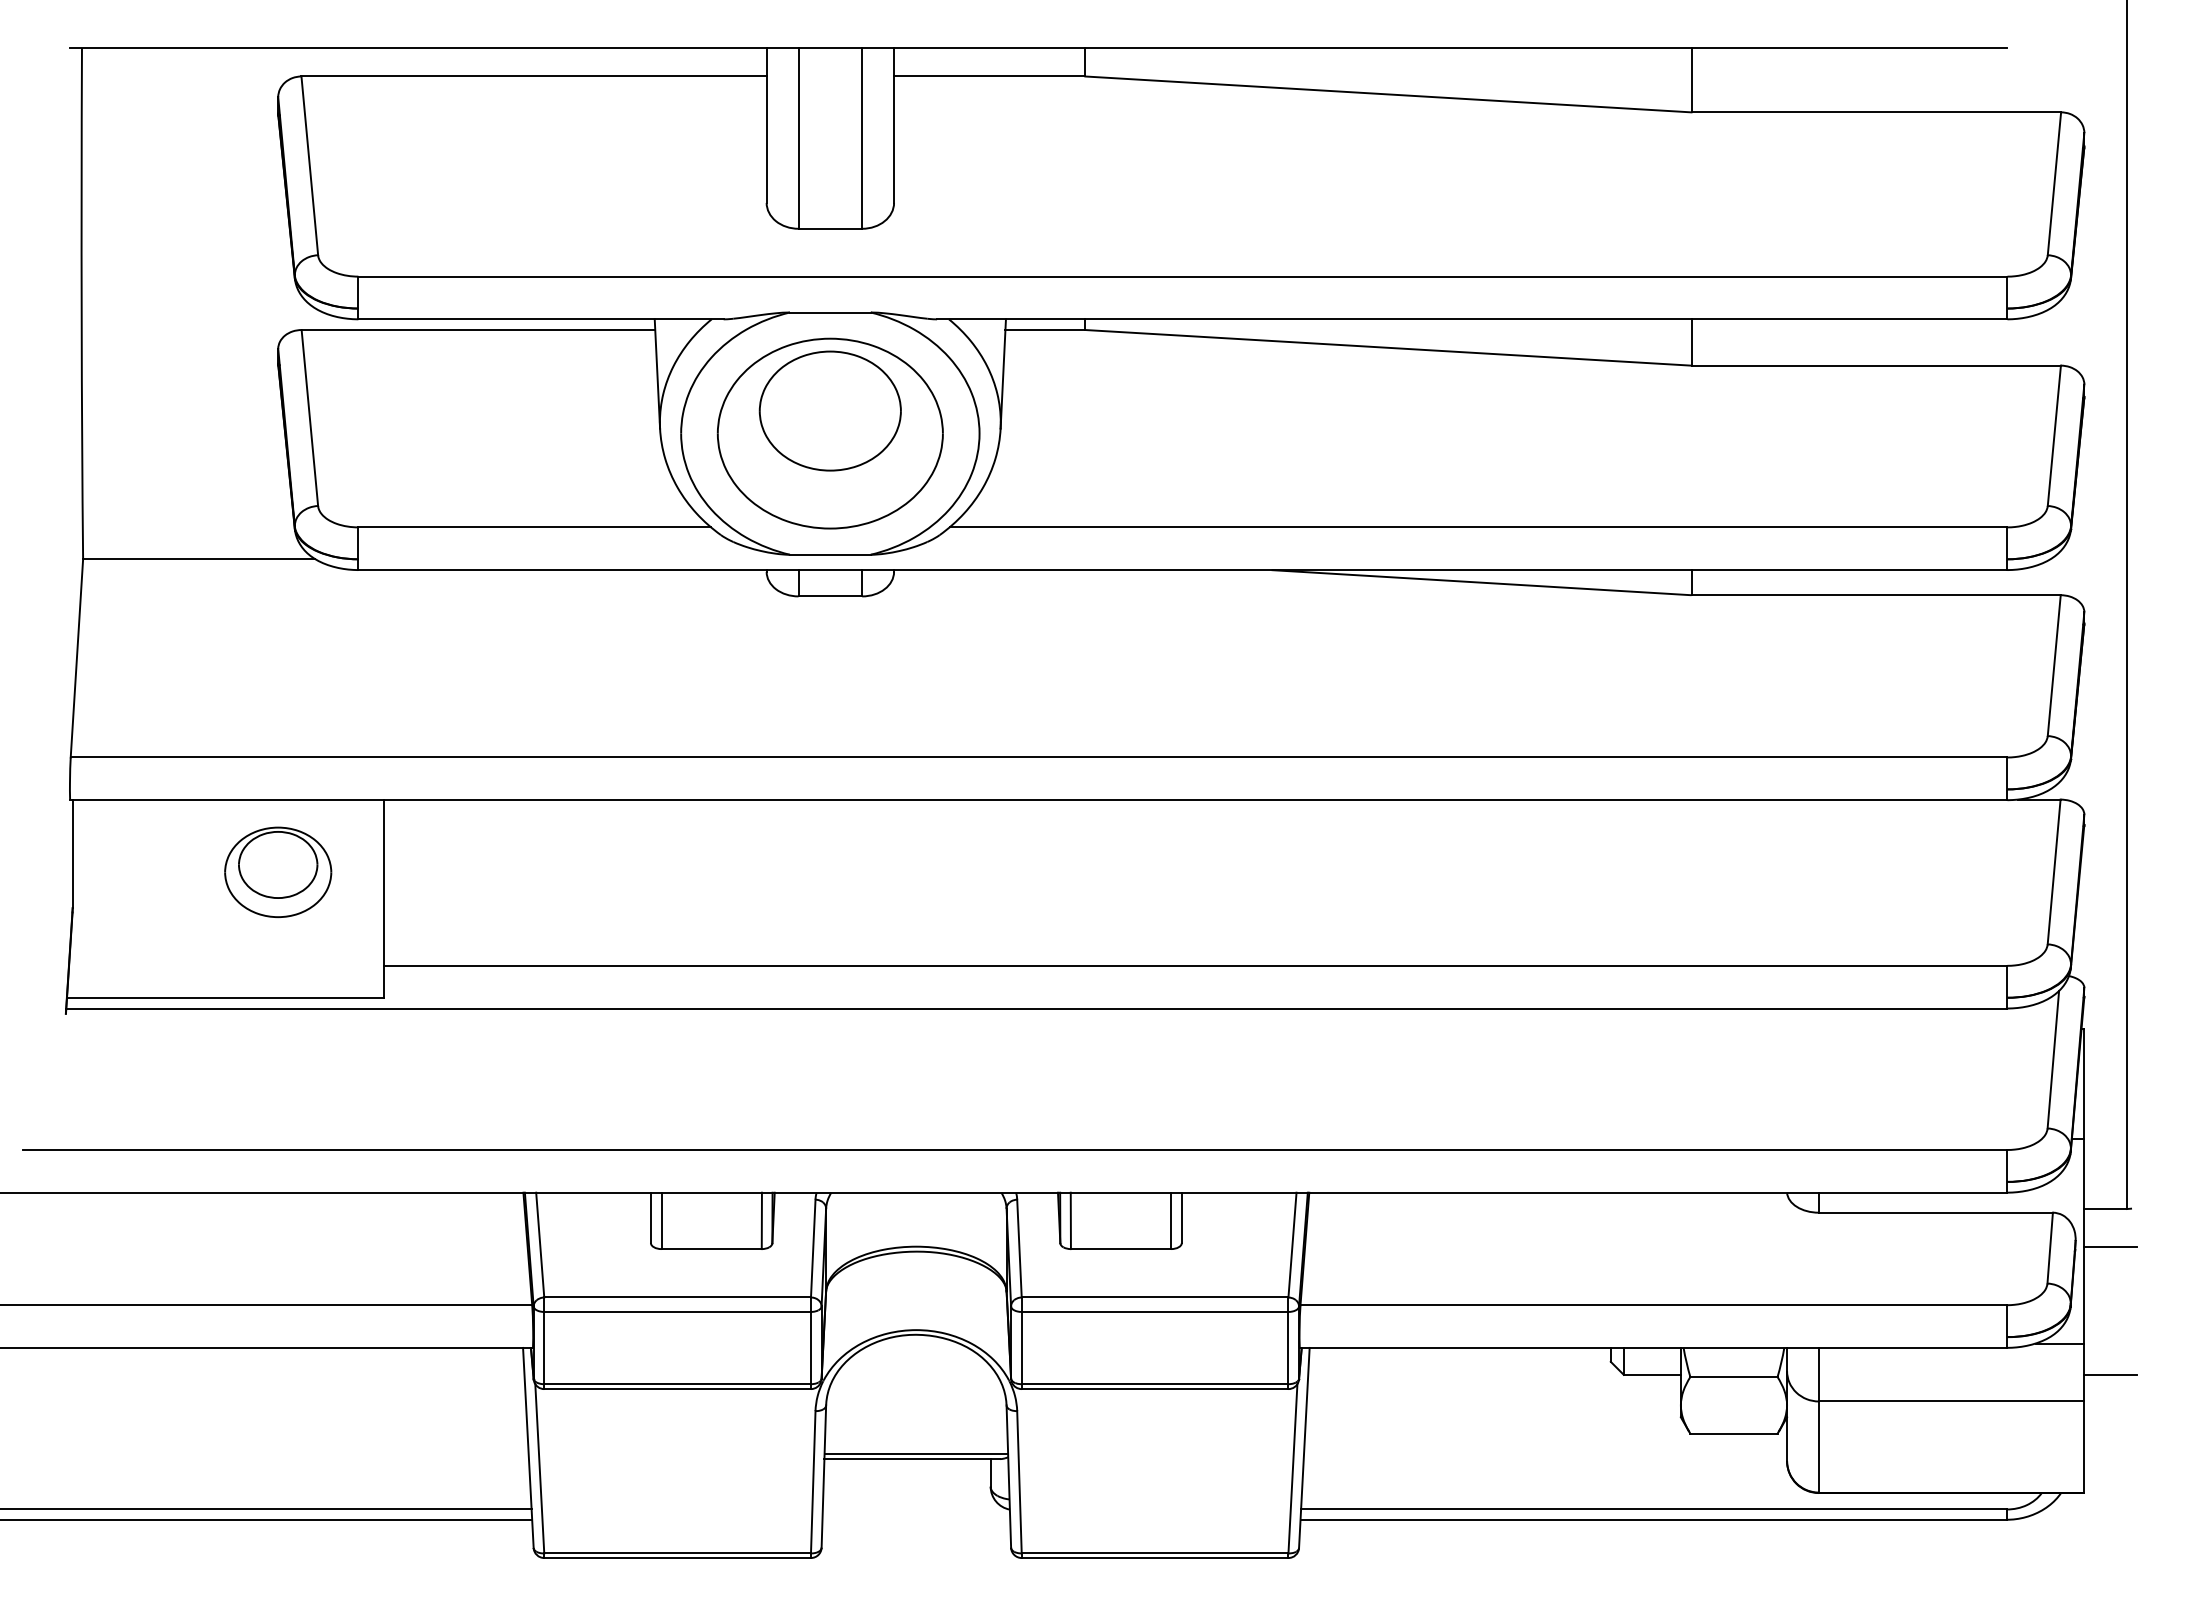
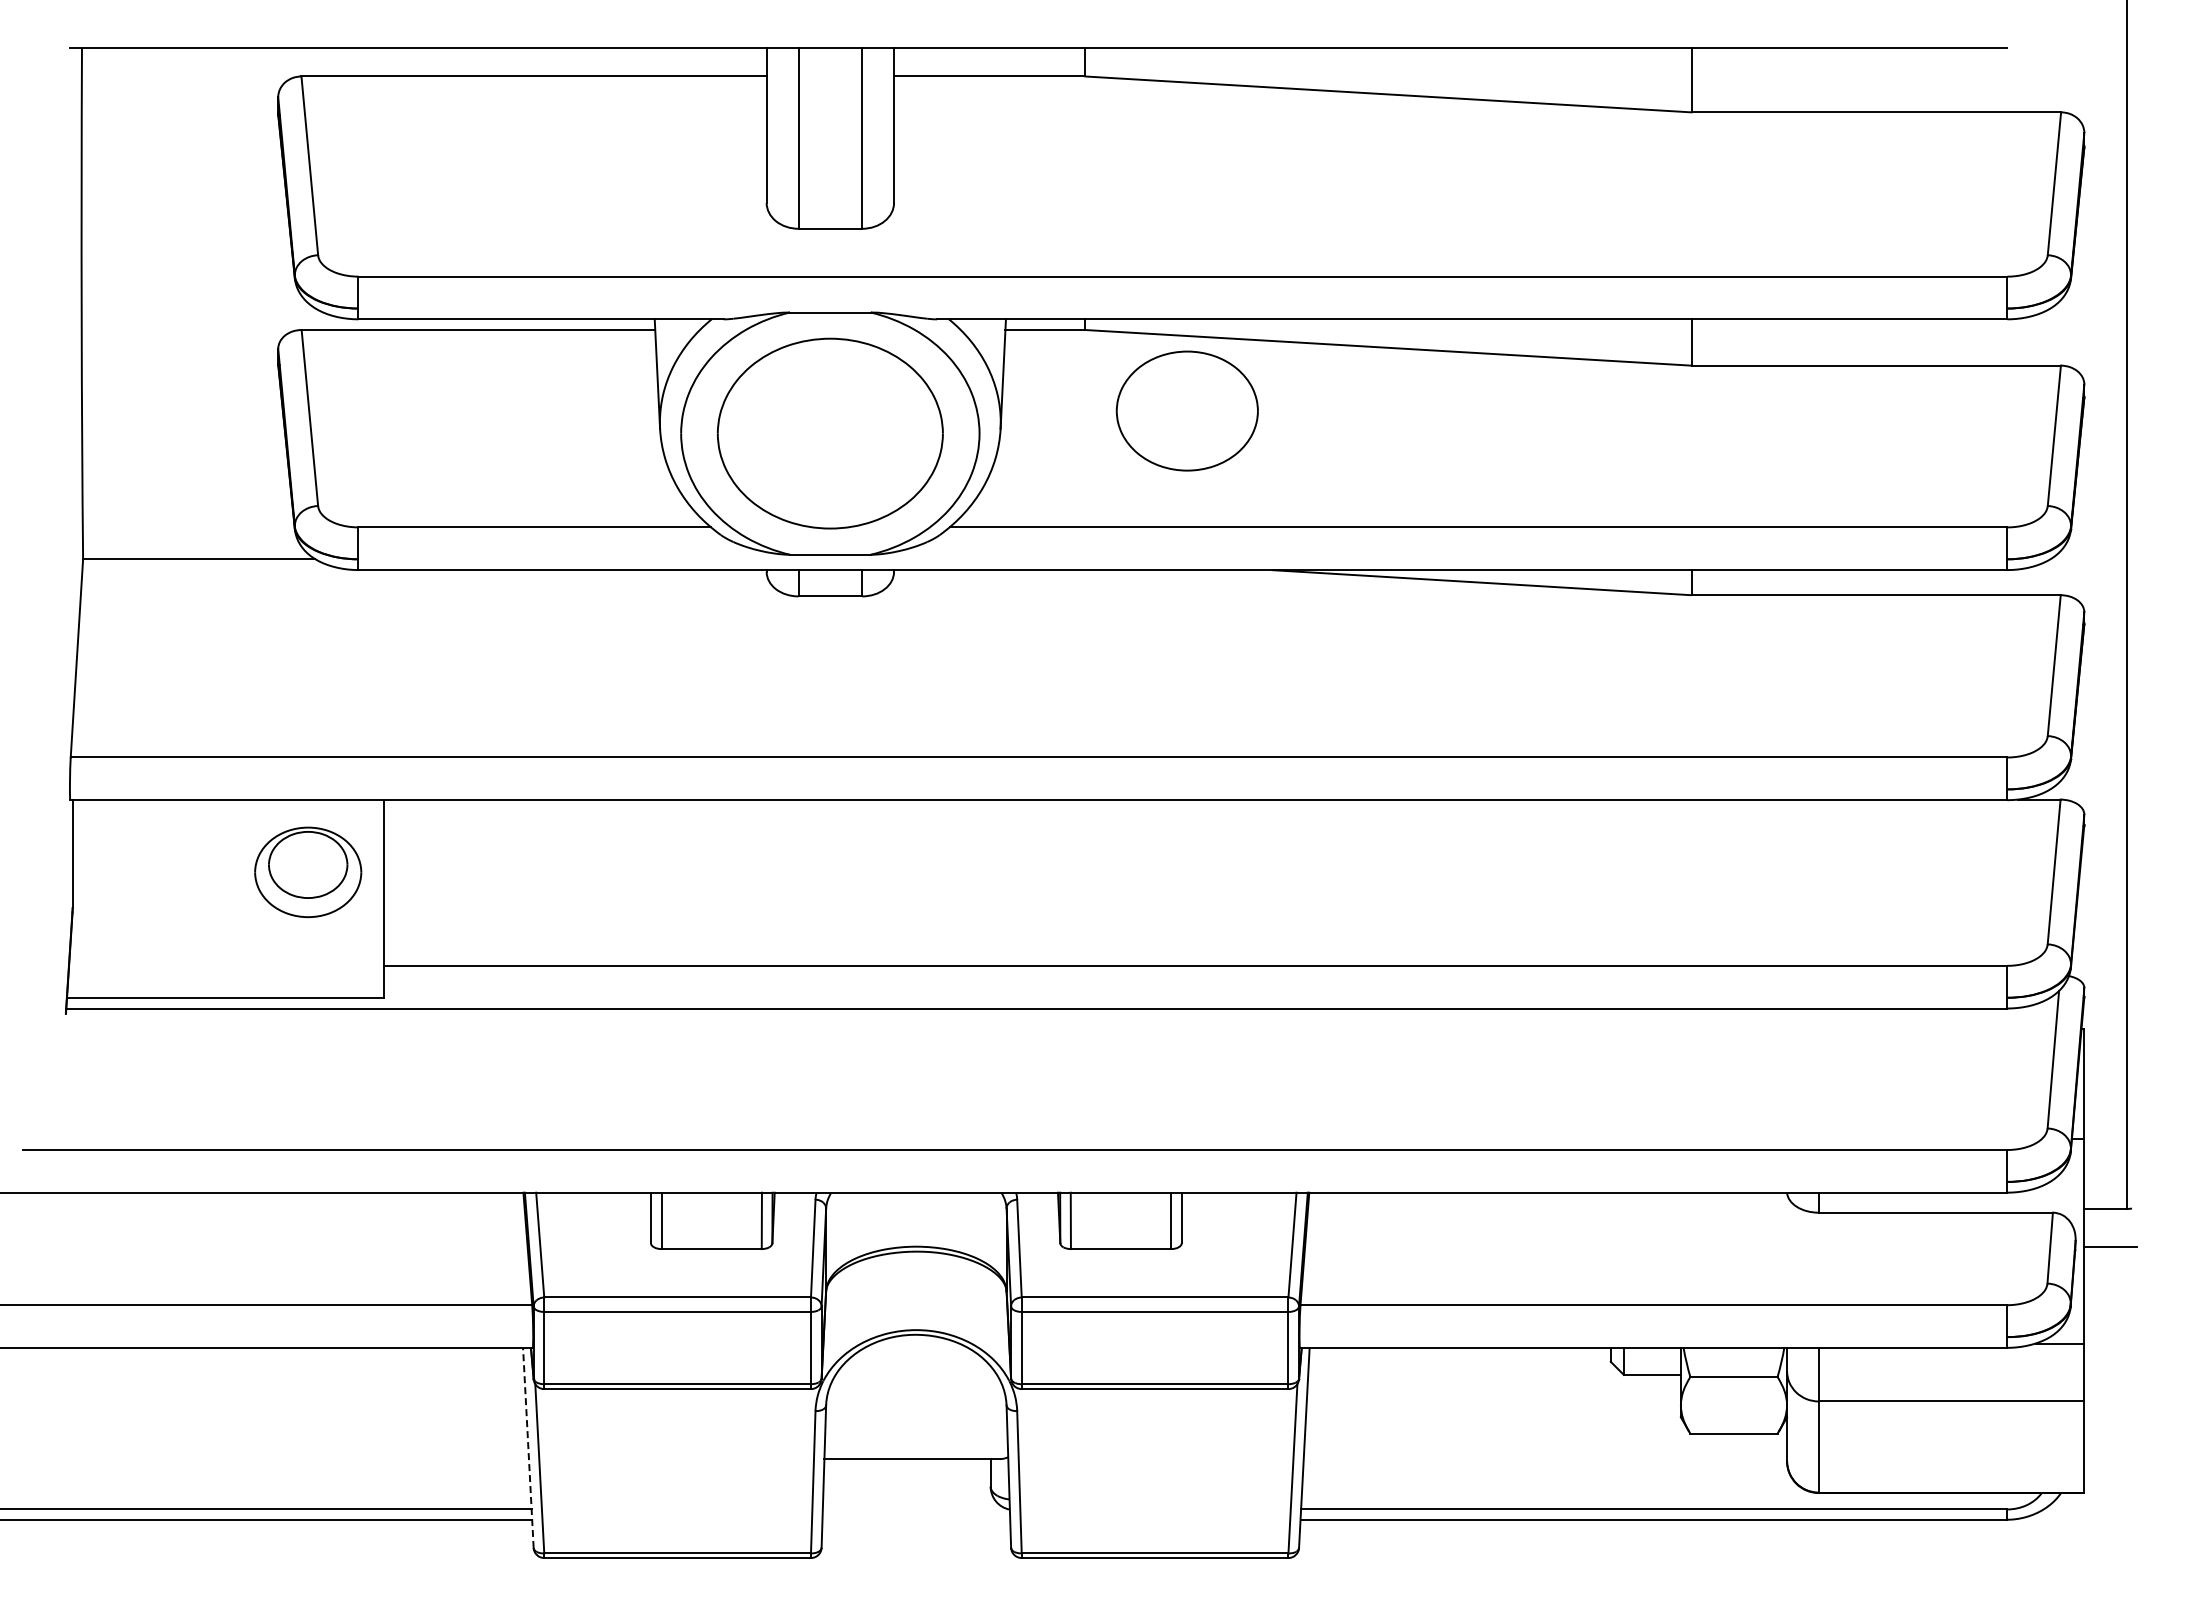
part at (829, 410) position: (829, 410) -> (1186, 410)
part at (278, 872) position: (278, 872) -> (308, 872)
line at (2110, 1374): present -> none
line at (528, 1447): solid -> dashed
line at (916, 1454): present -> none
